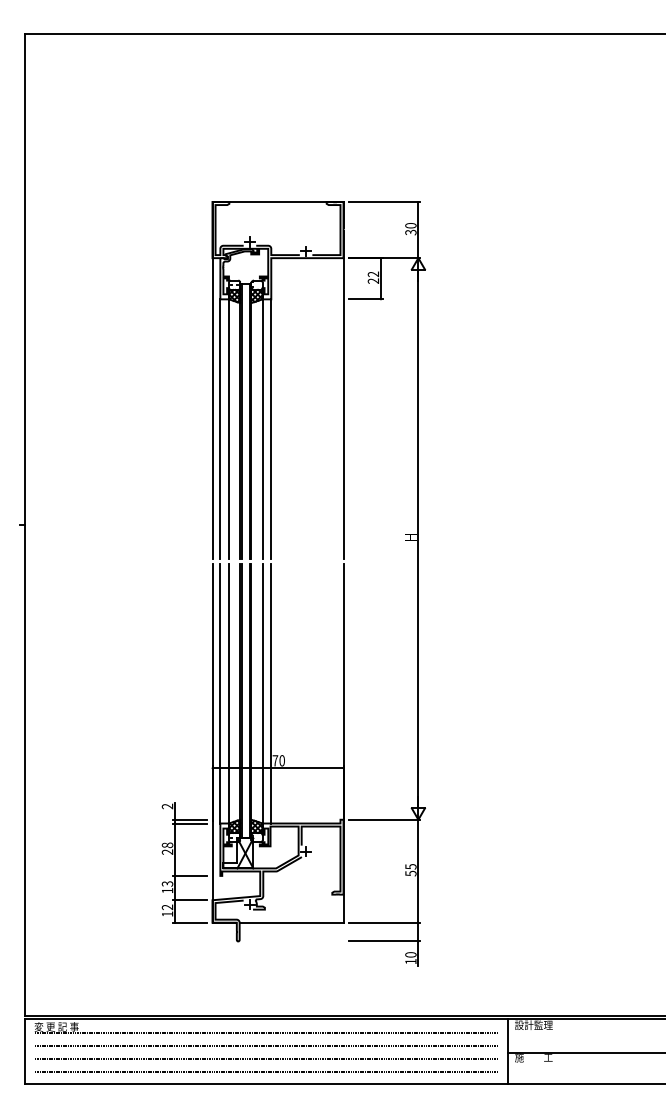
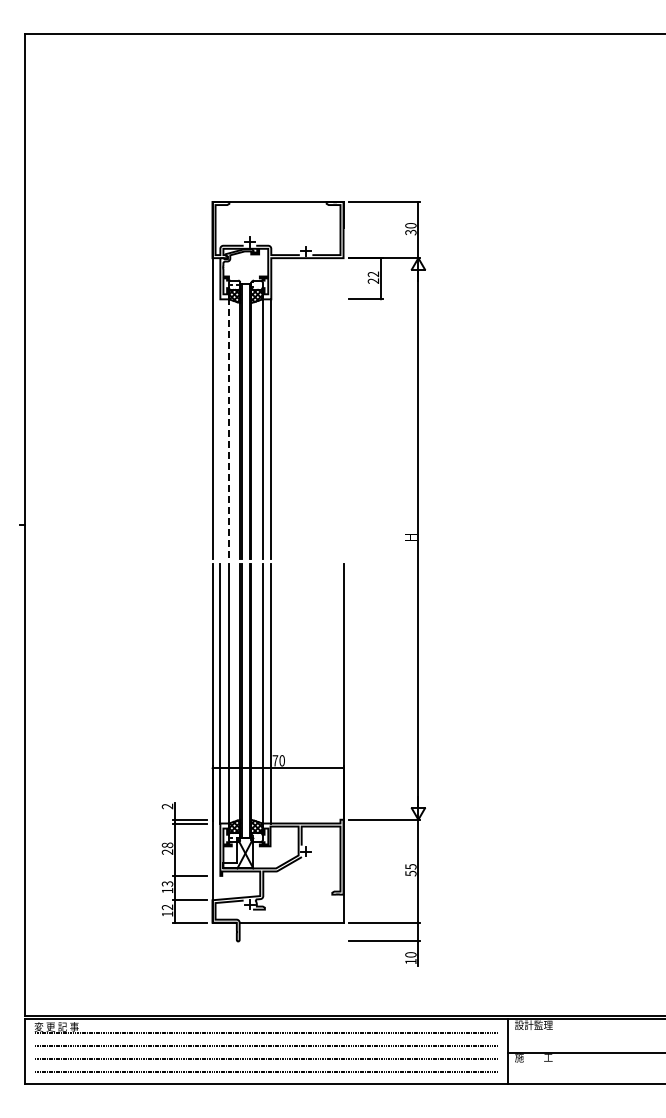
line at (343, 394): present -> none
line at (220, 428): present -> none
line at (228, 429): solid -> dashed
